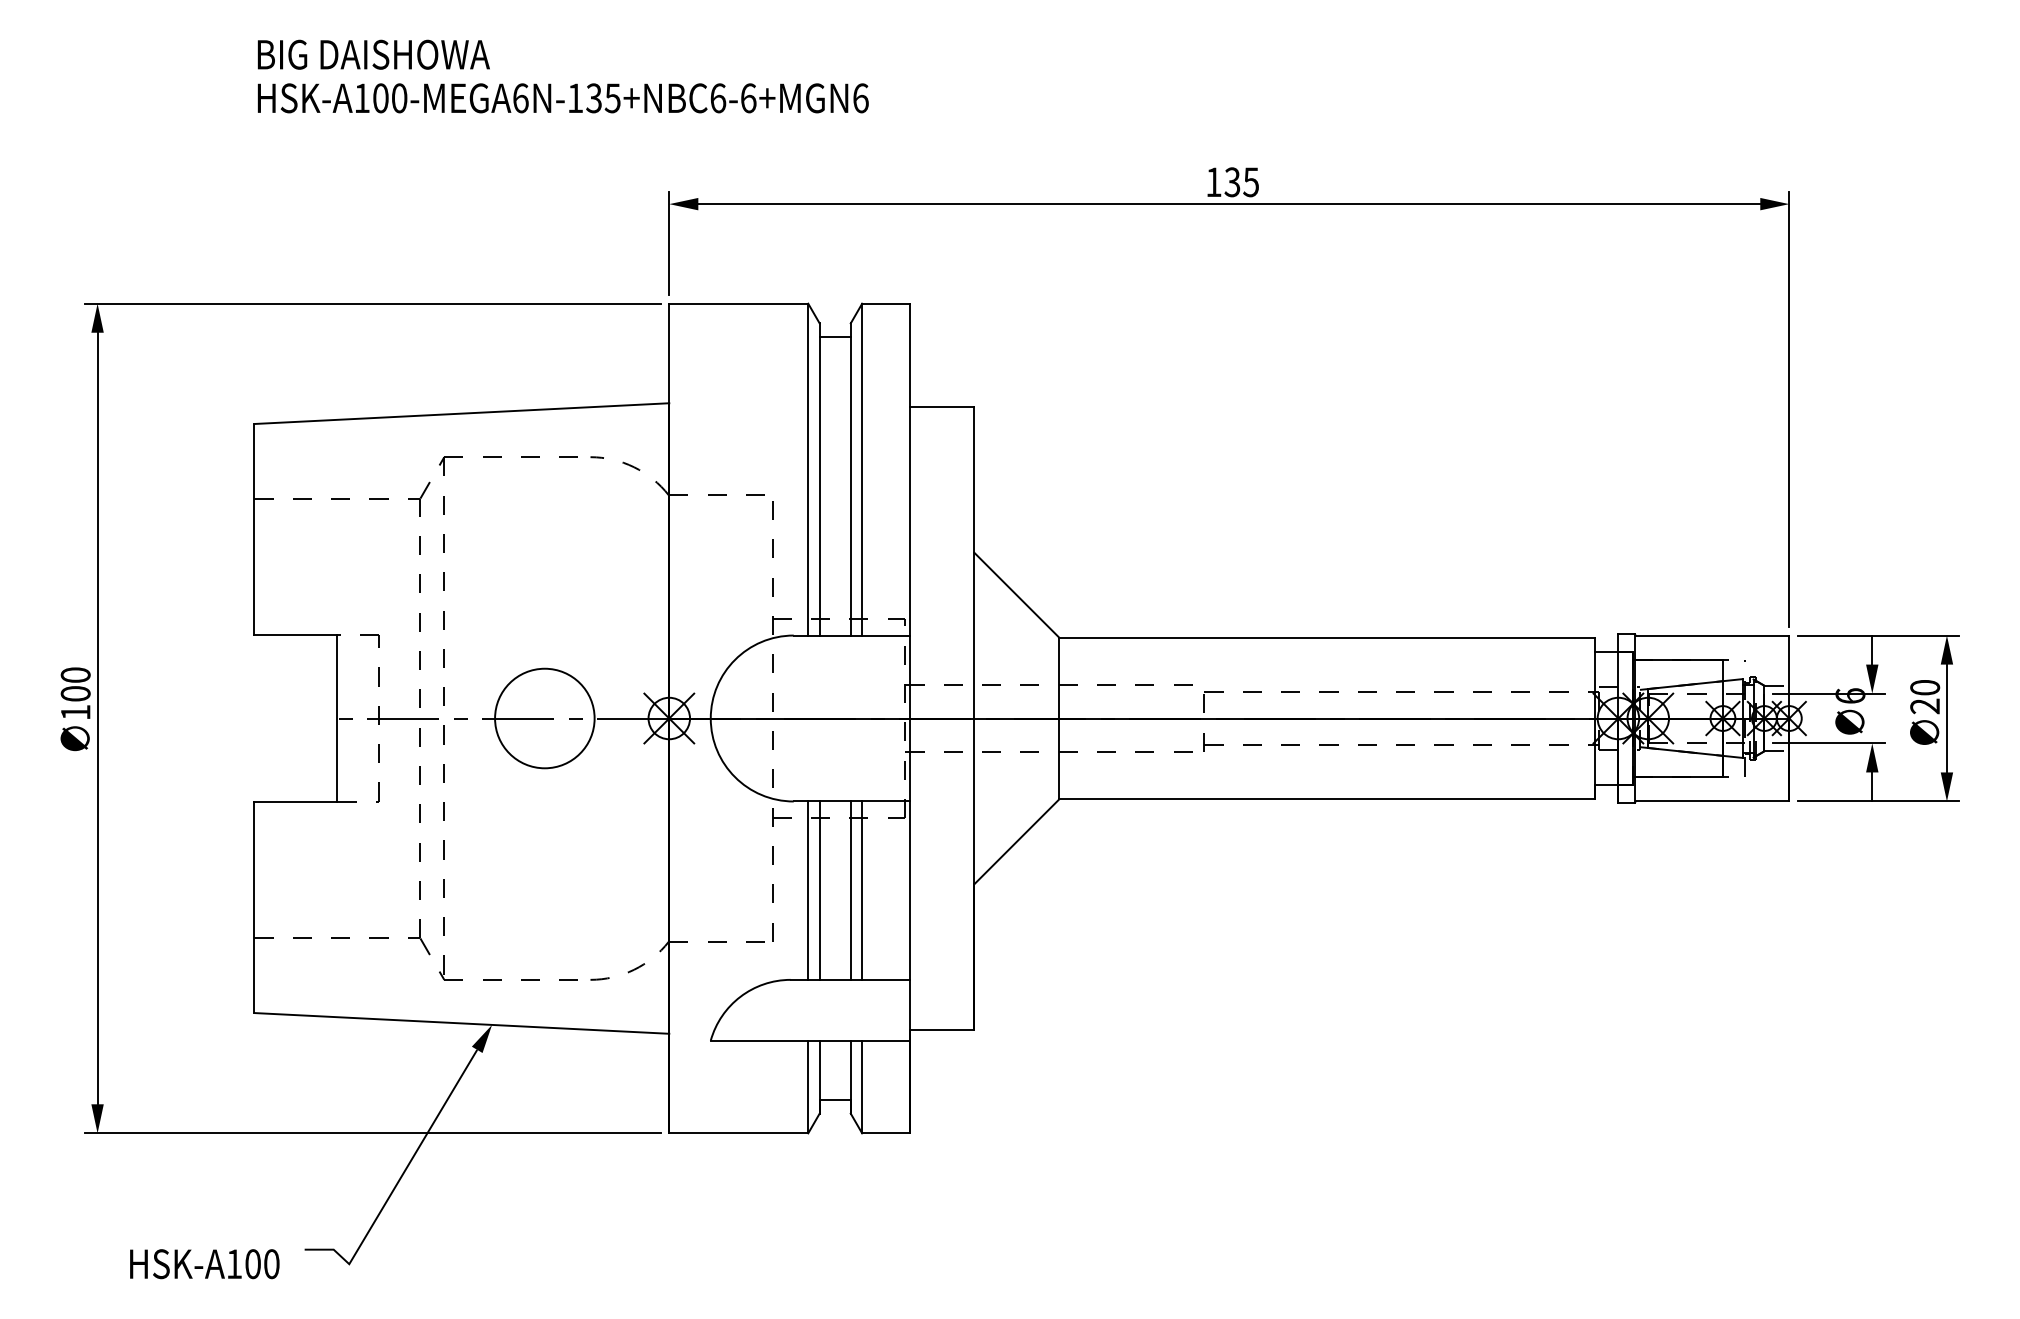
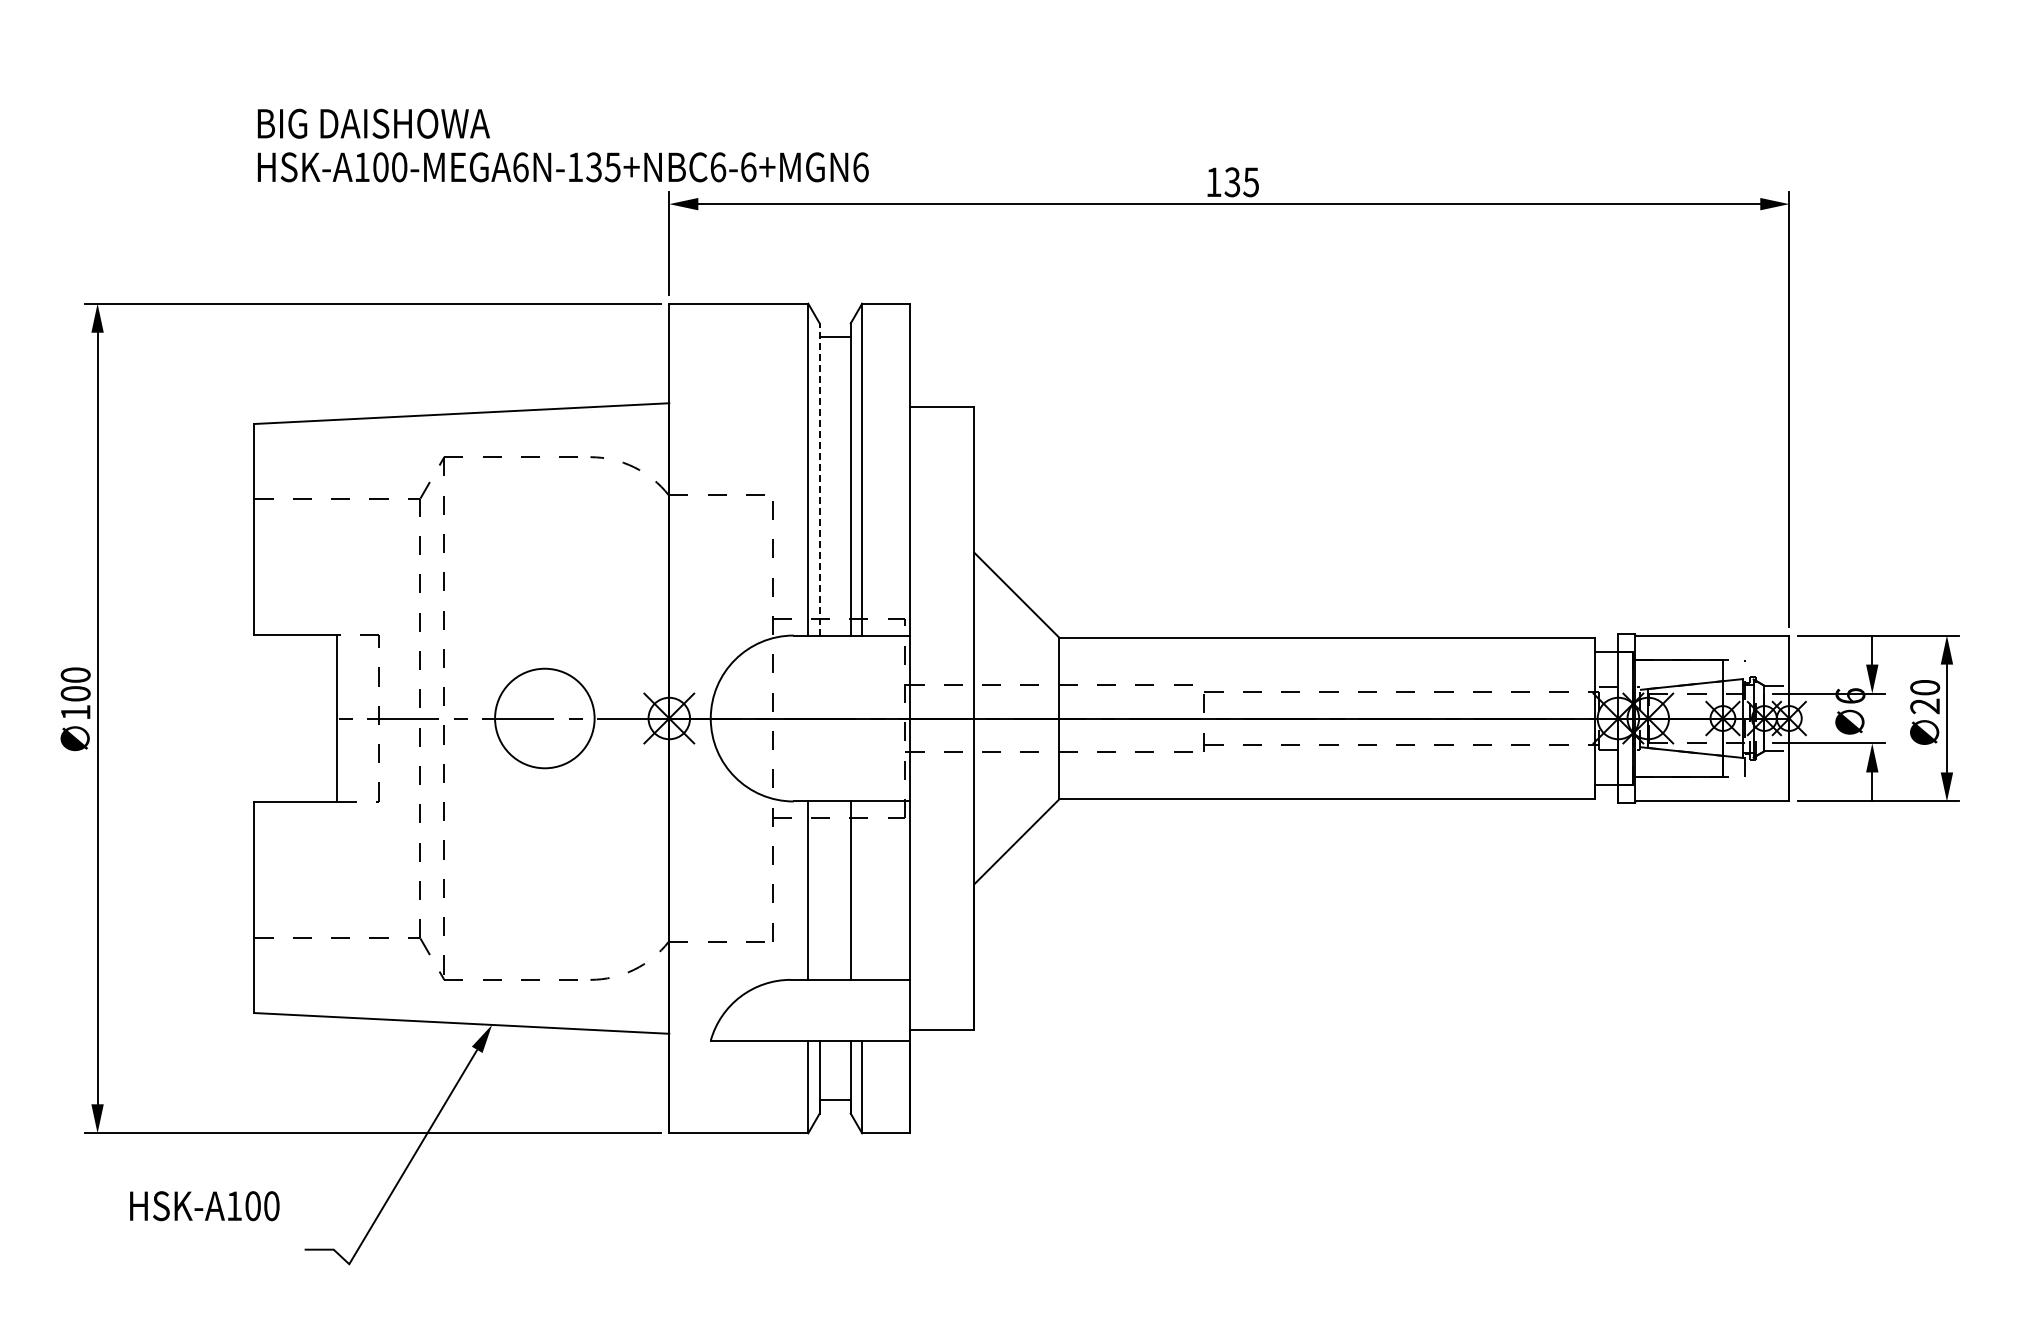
text at (562, 76) position: (562, 76) -> (562, 145)
line at (819, 478): solid -> dashed
line at (819, 890): present -> none
line at (862, 890): present -> none
text at (204, 1264) position: (204, 1264) -> (204, 1206)
